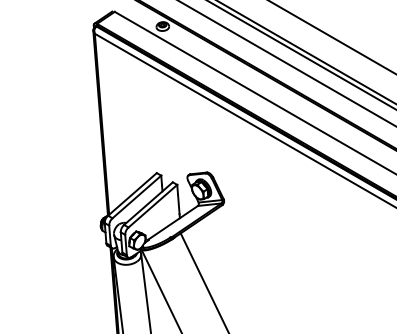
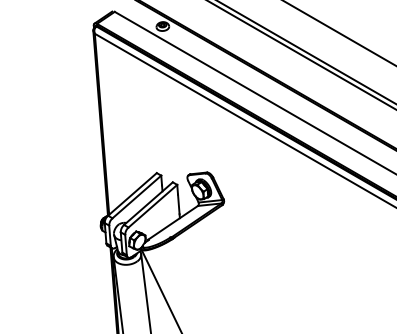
line at (332, 37) position: (332, 37) -> (339, 33)
line at (286, 63): present -> none
line at (203, 281): present -> none
